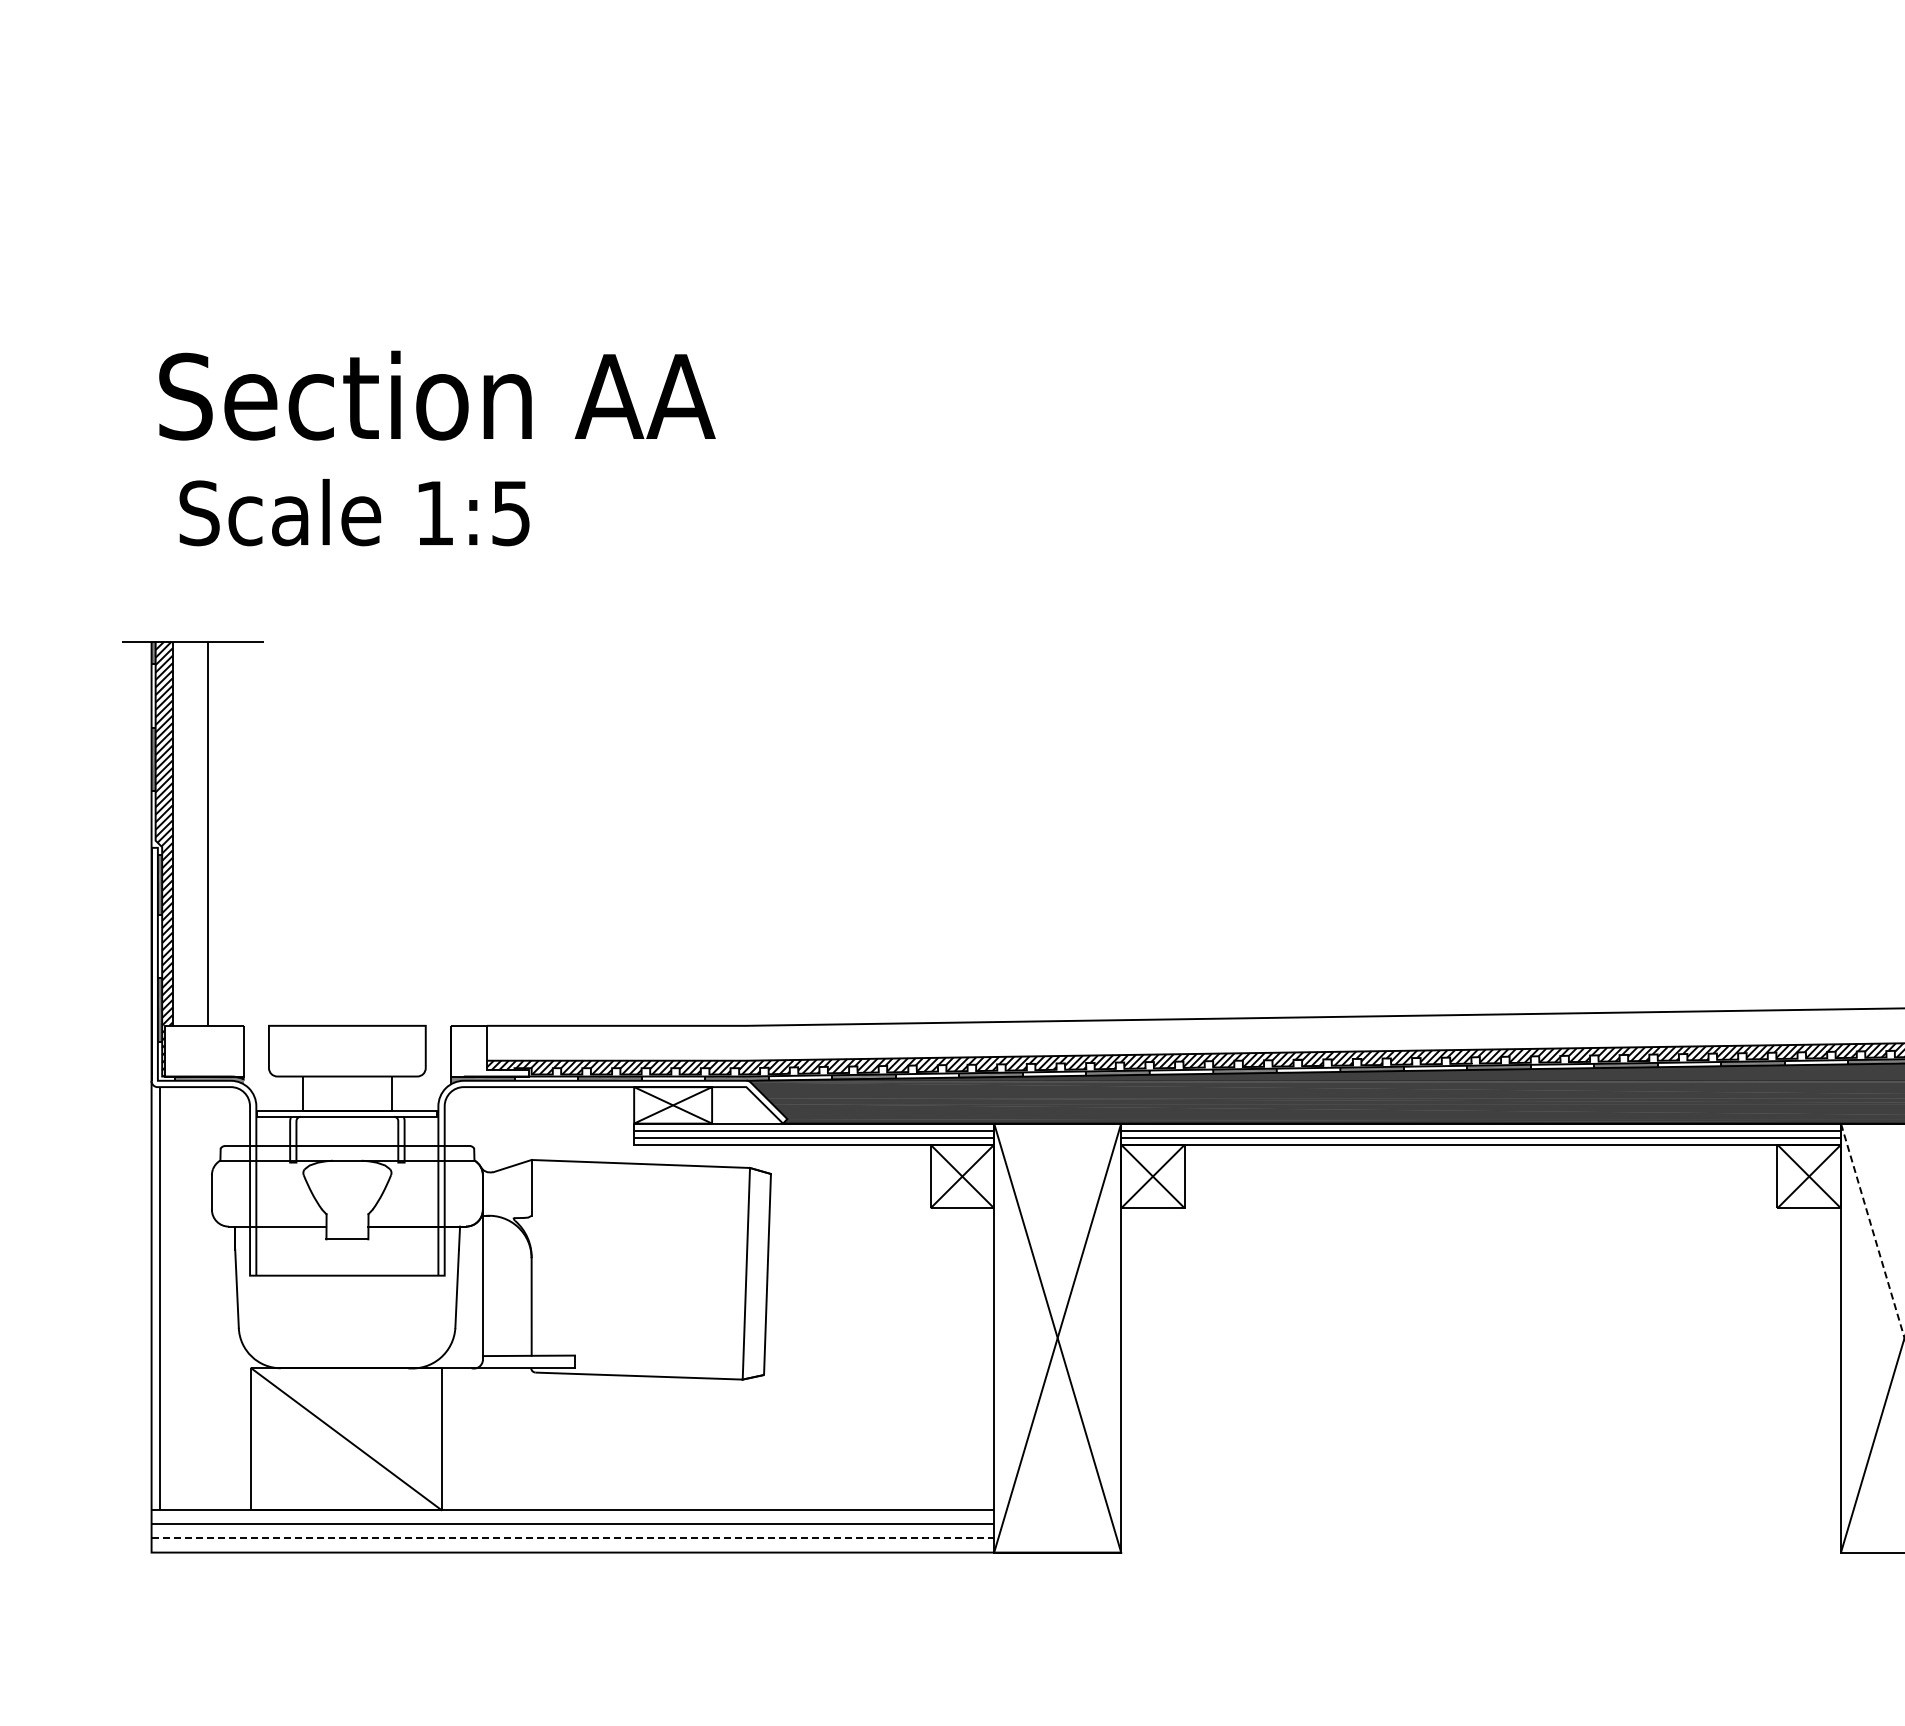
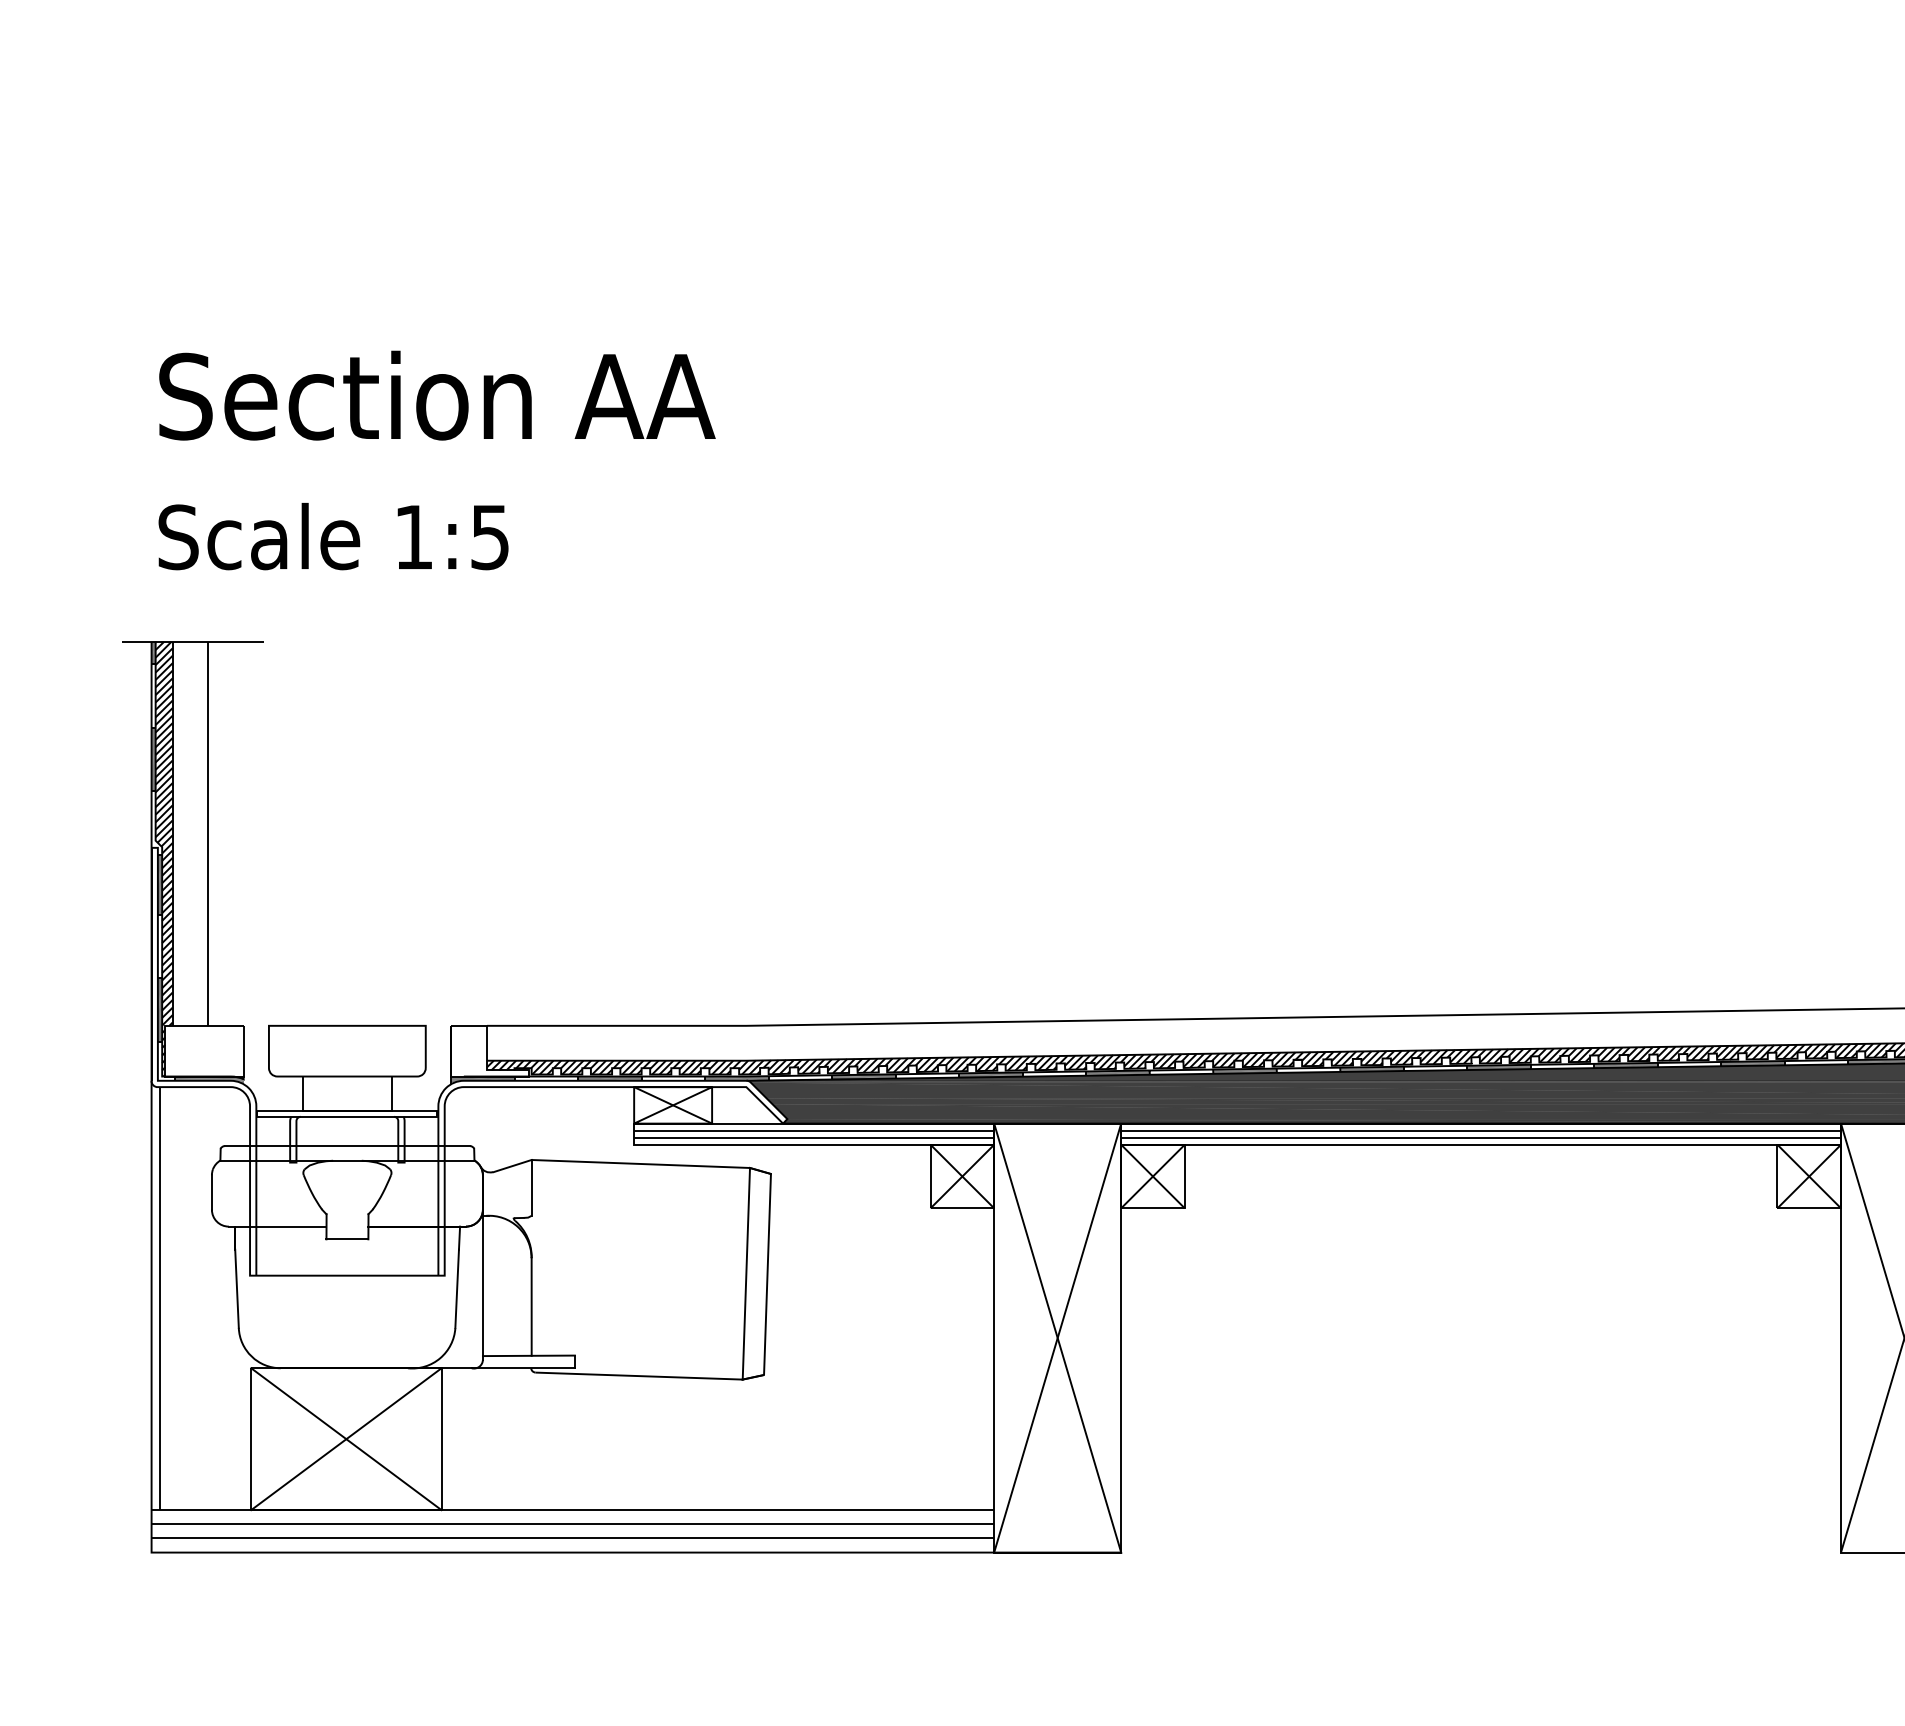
text at (354, 512) position: (354, 512) -> (333, 536)
line at (1872, 1230): dashed -> solid
line at (346, 1439): none -> present
line at (573, 1538): dashed -> solid
